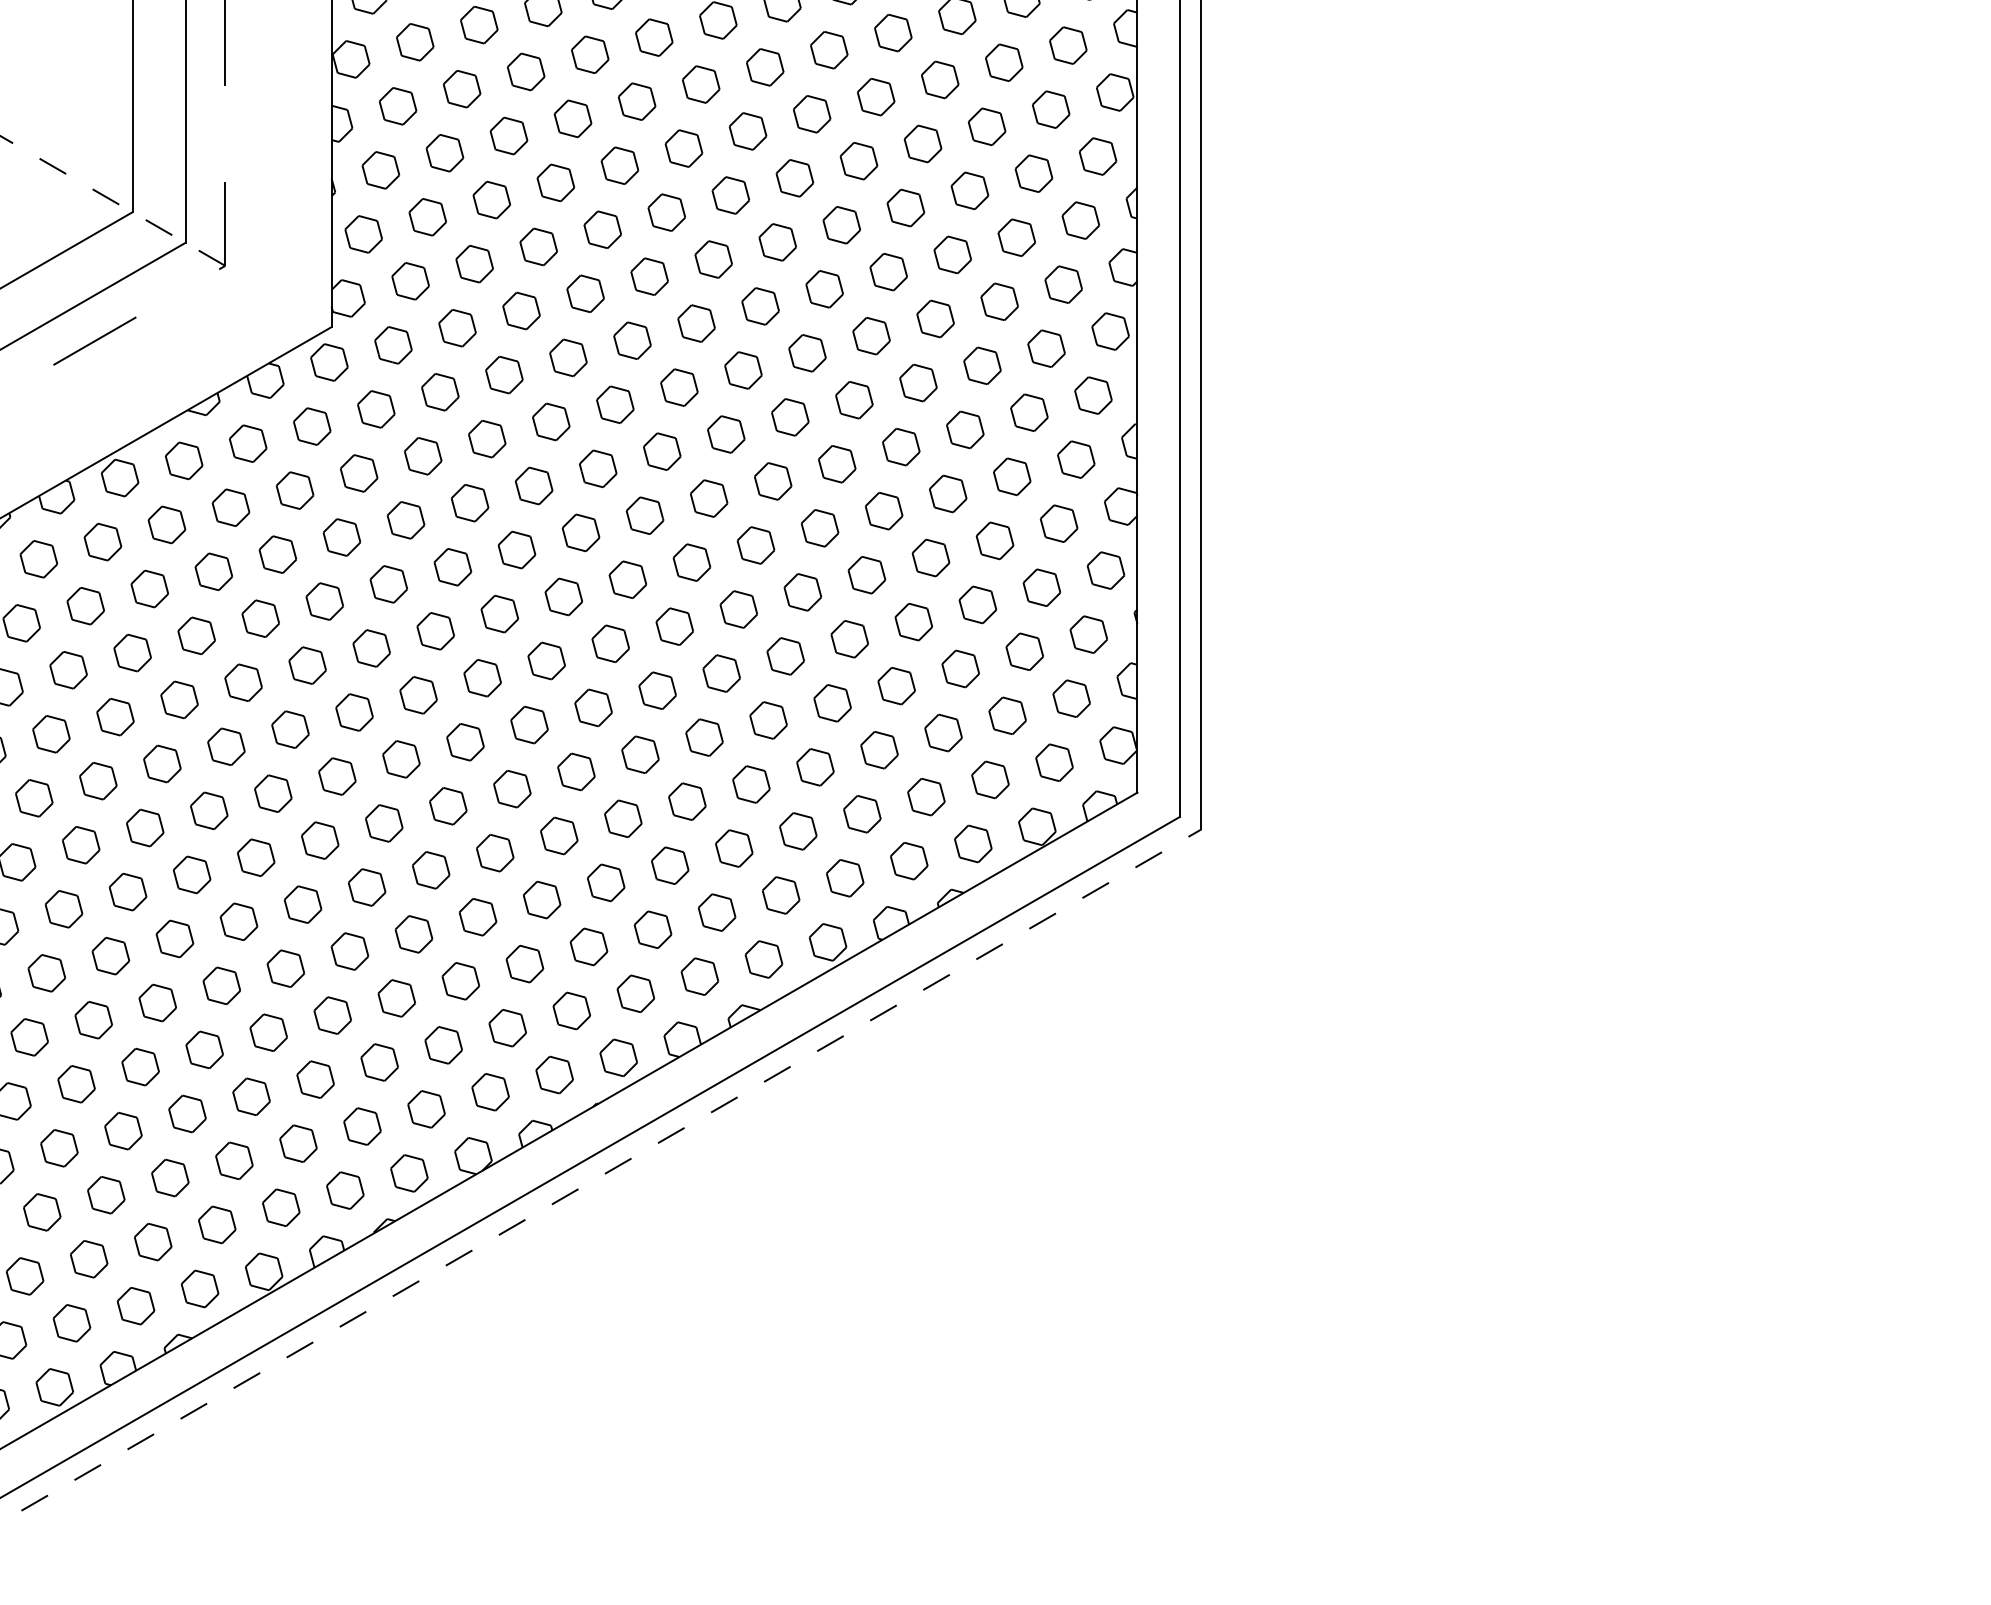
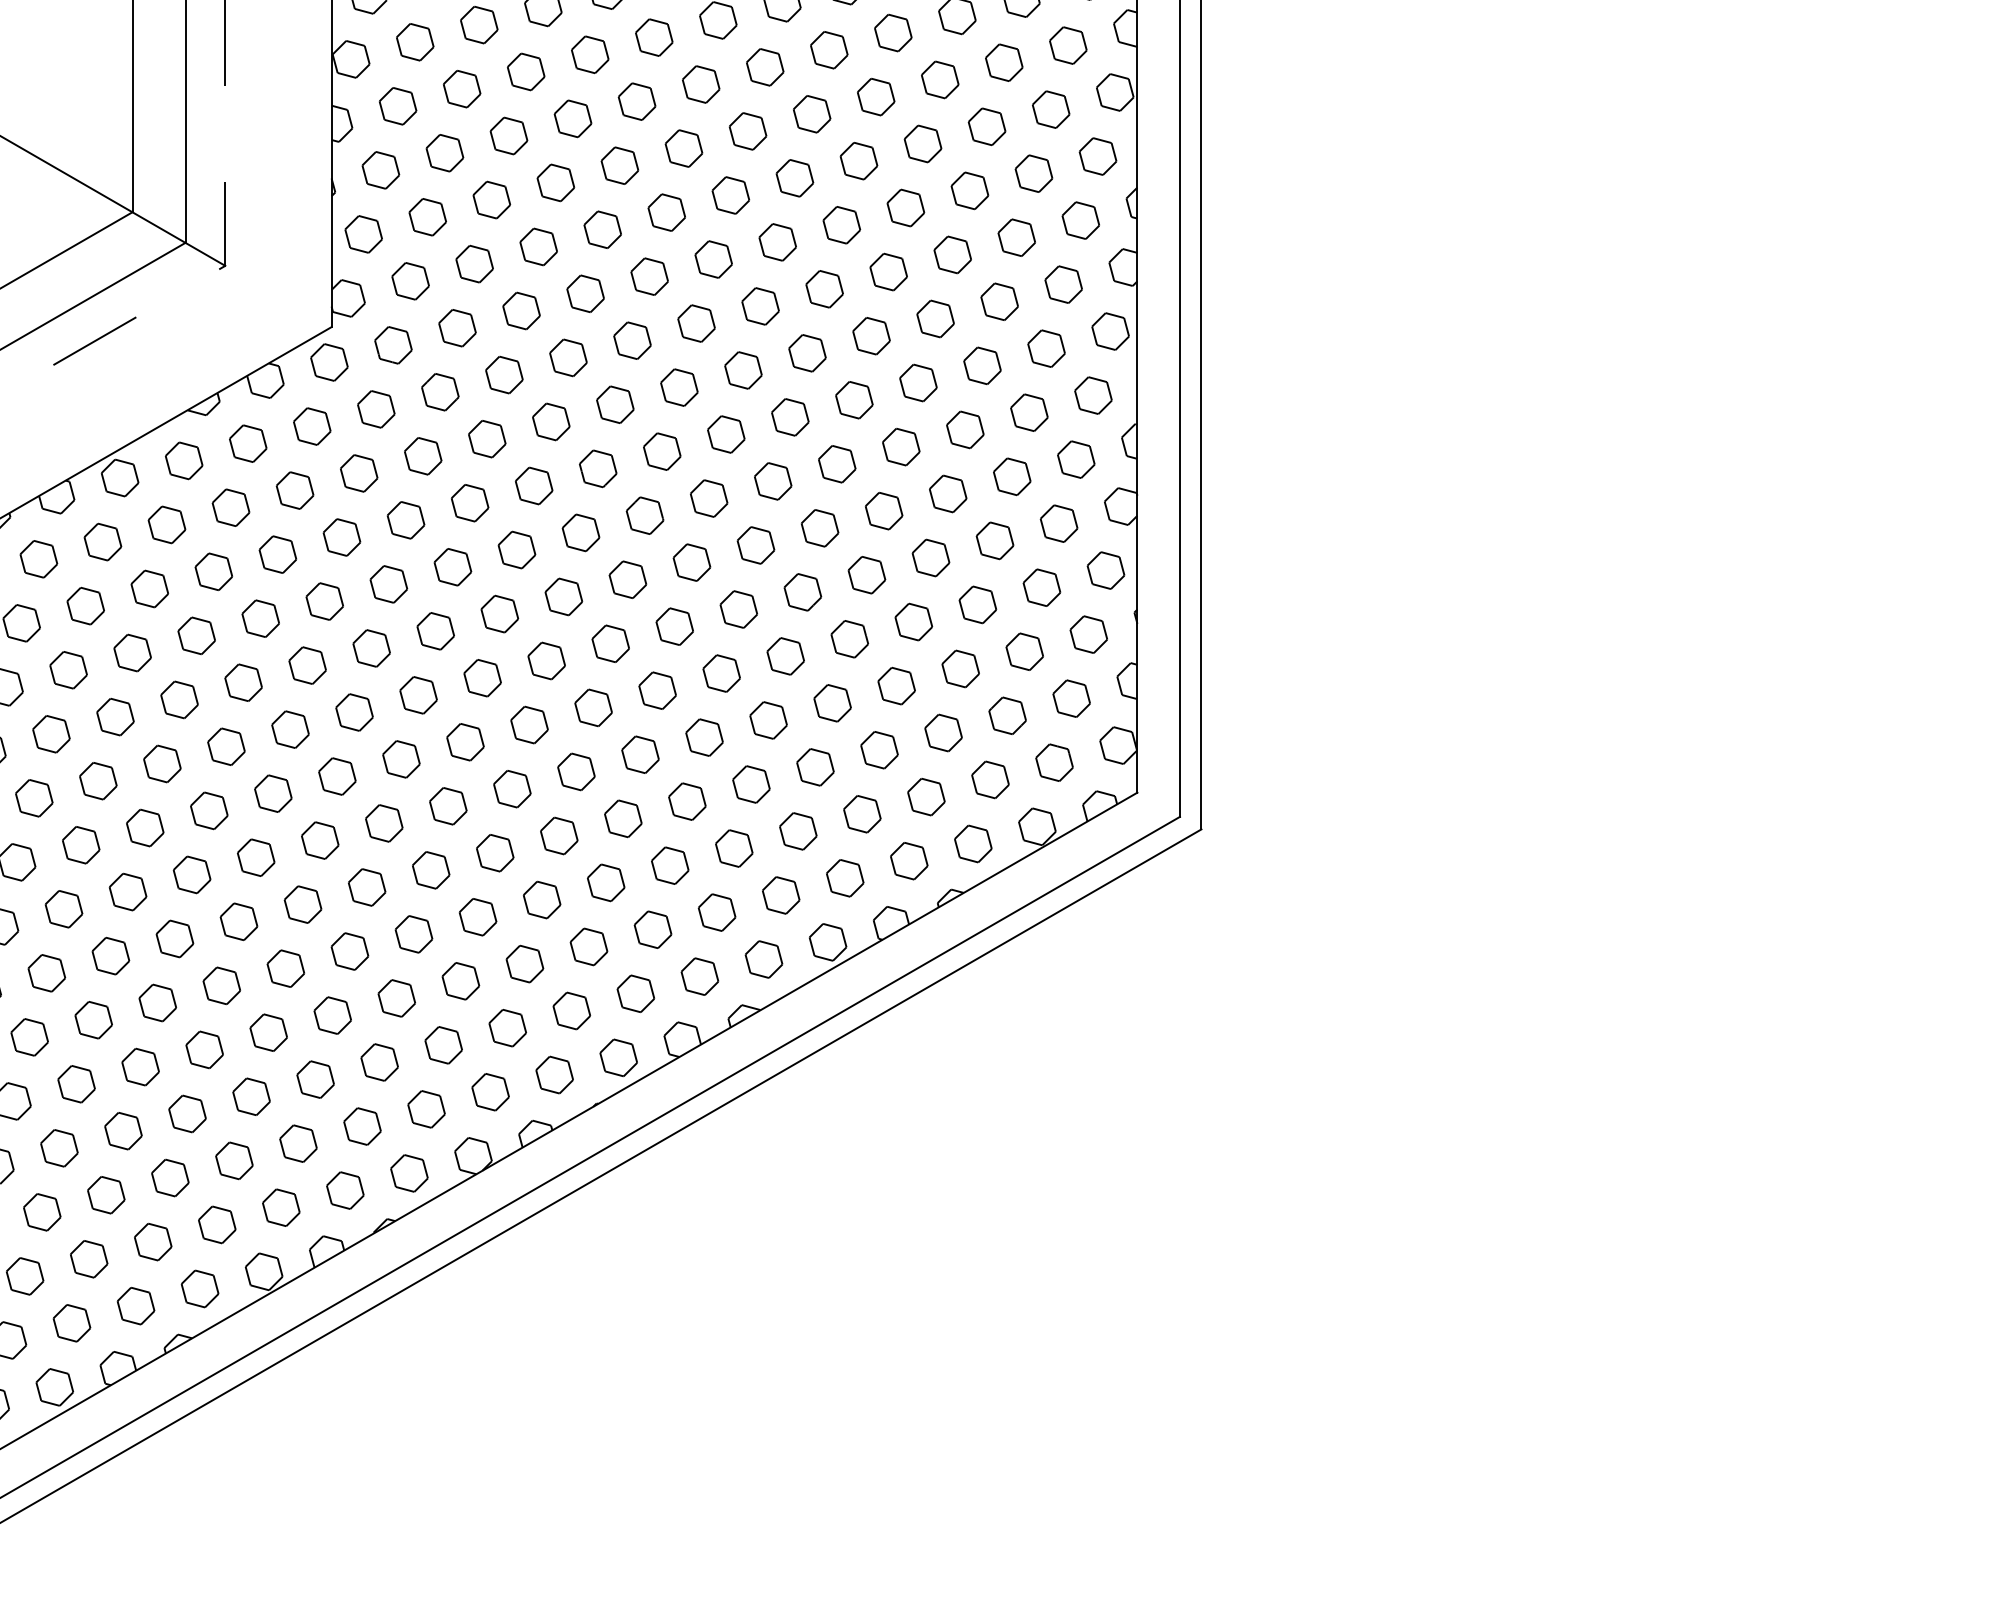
line at (112, 200): dashed -> solid
line at (601, 1175): dashed -> solid
